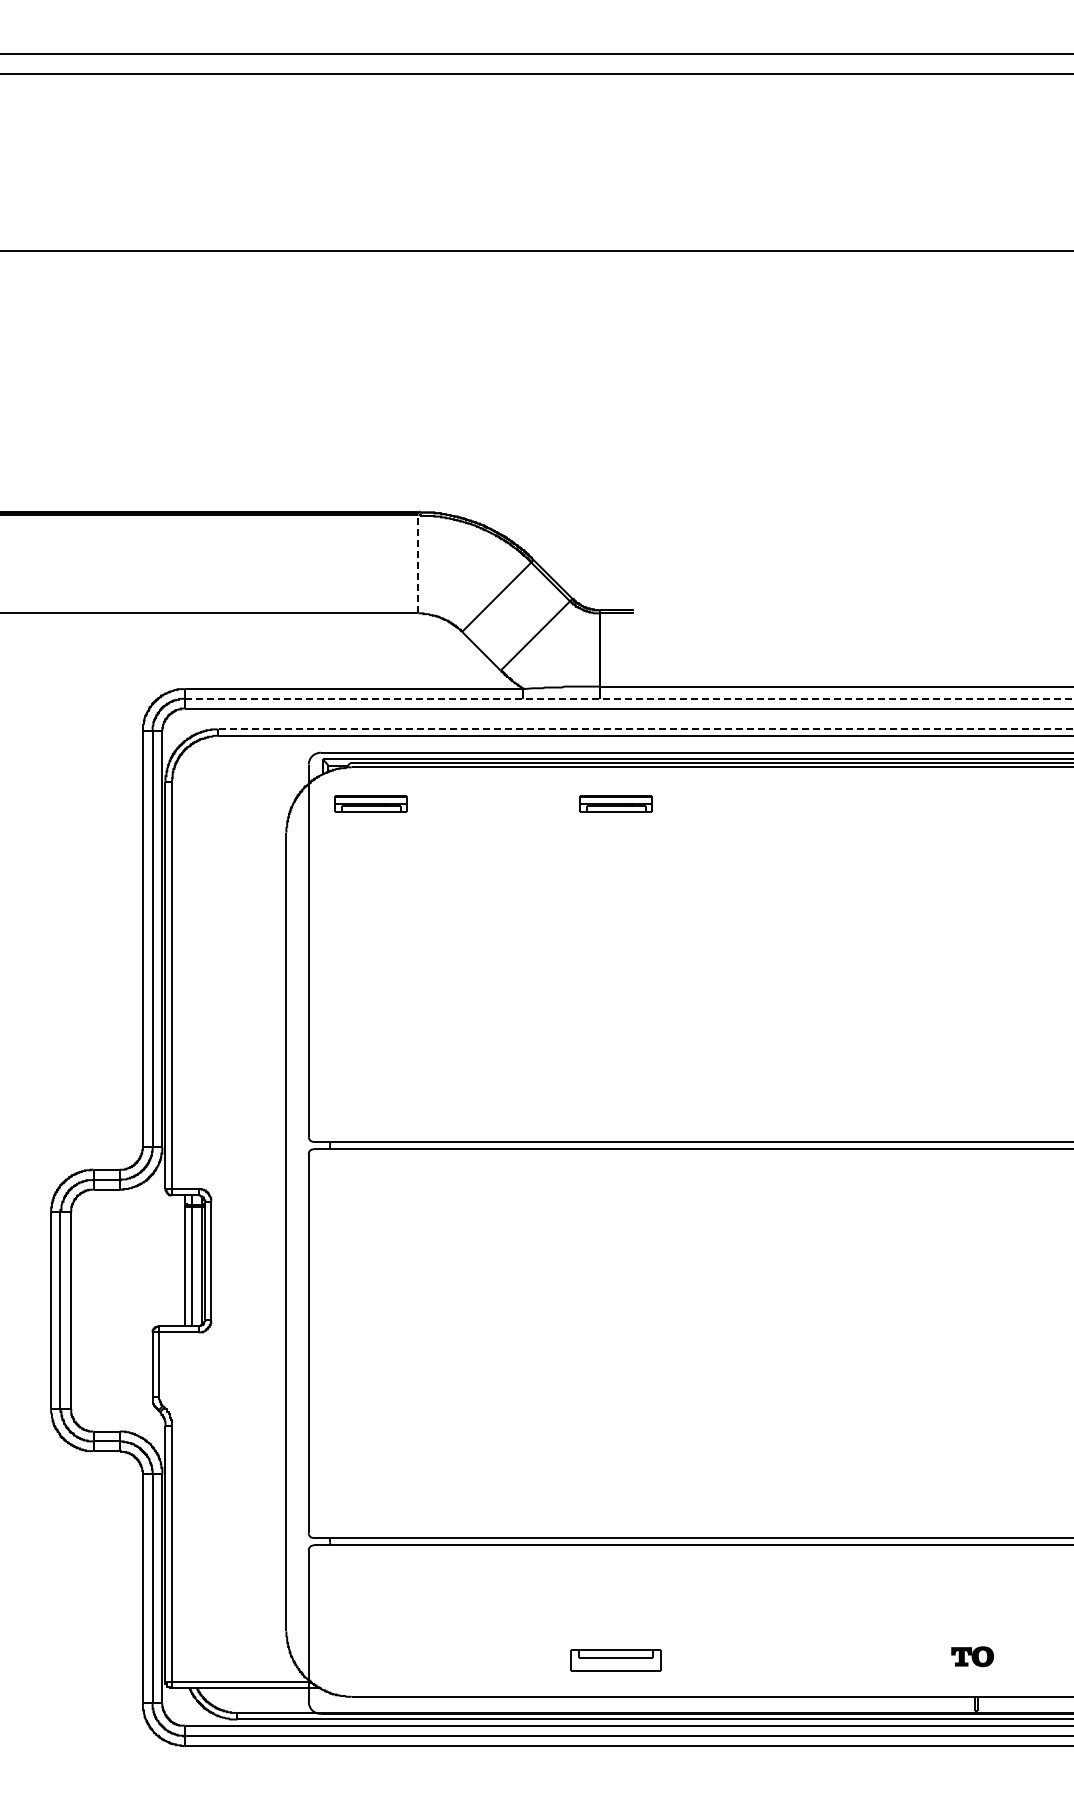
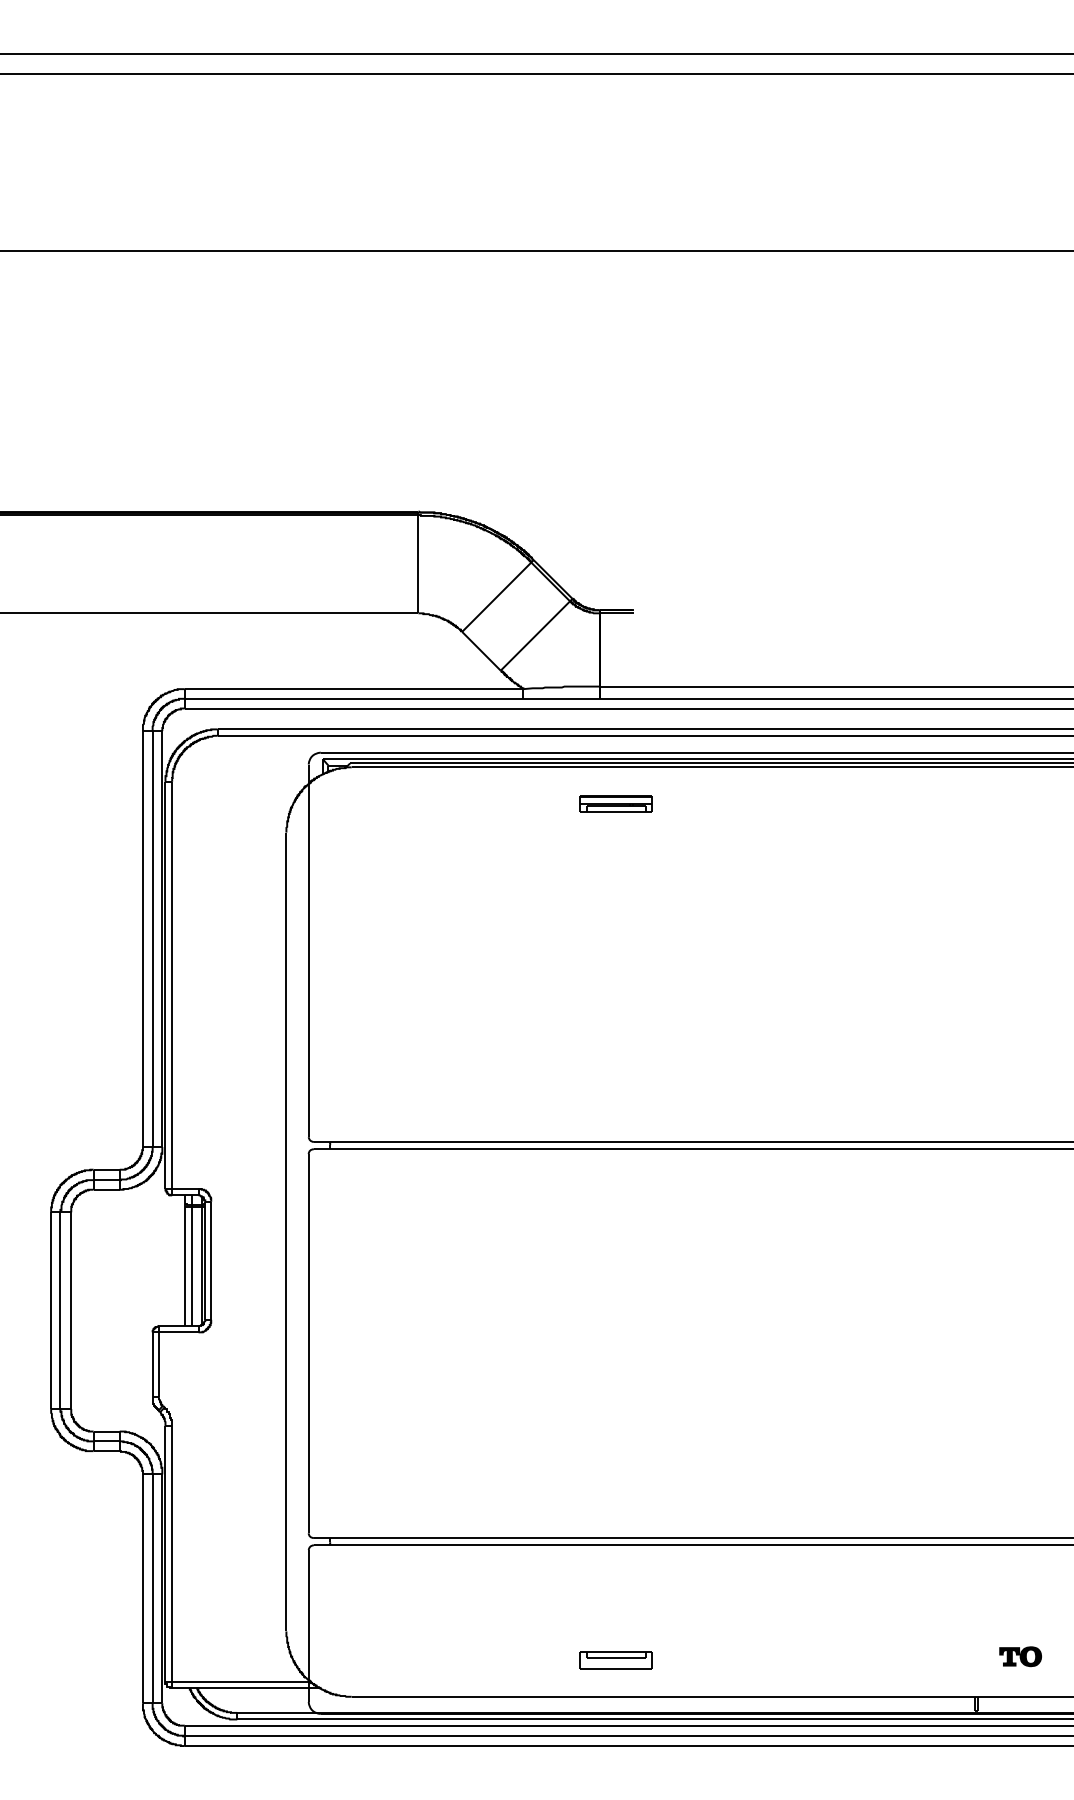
line at (418, 562): dashed -> solid
line at (629, 698): dashed -> solid
line at (645, 729): dashed -> solid
part at (370, 803): present -> none
part at (972, 1656) position: (972, 1656) -> (1020, 1656)
part at (615, 1660) size: 92x23 px -> 74x19 px
